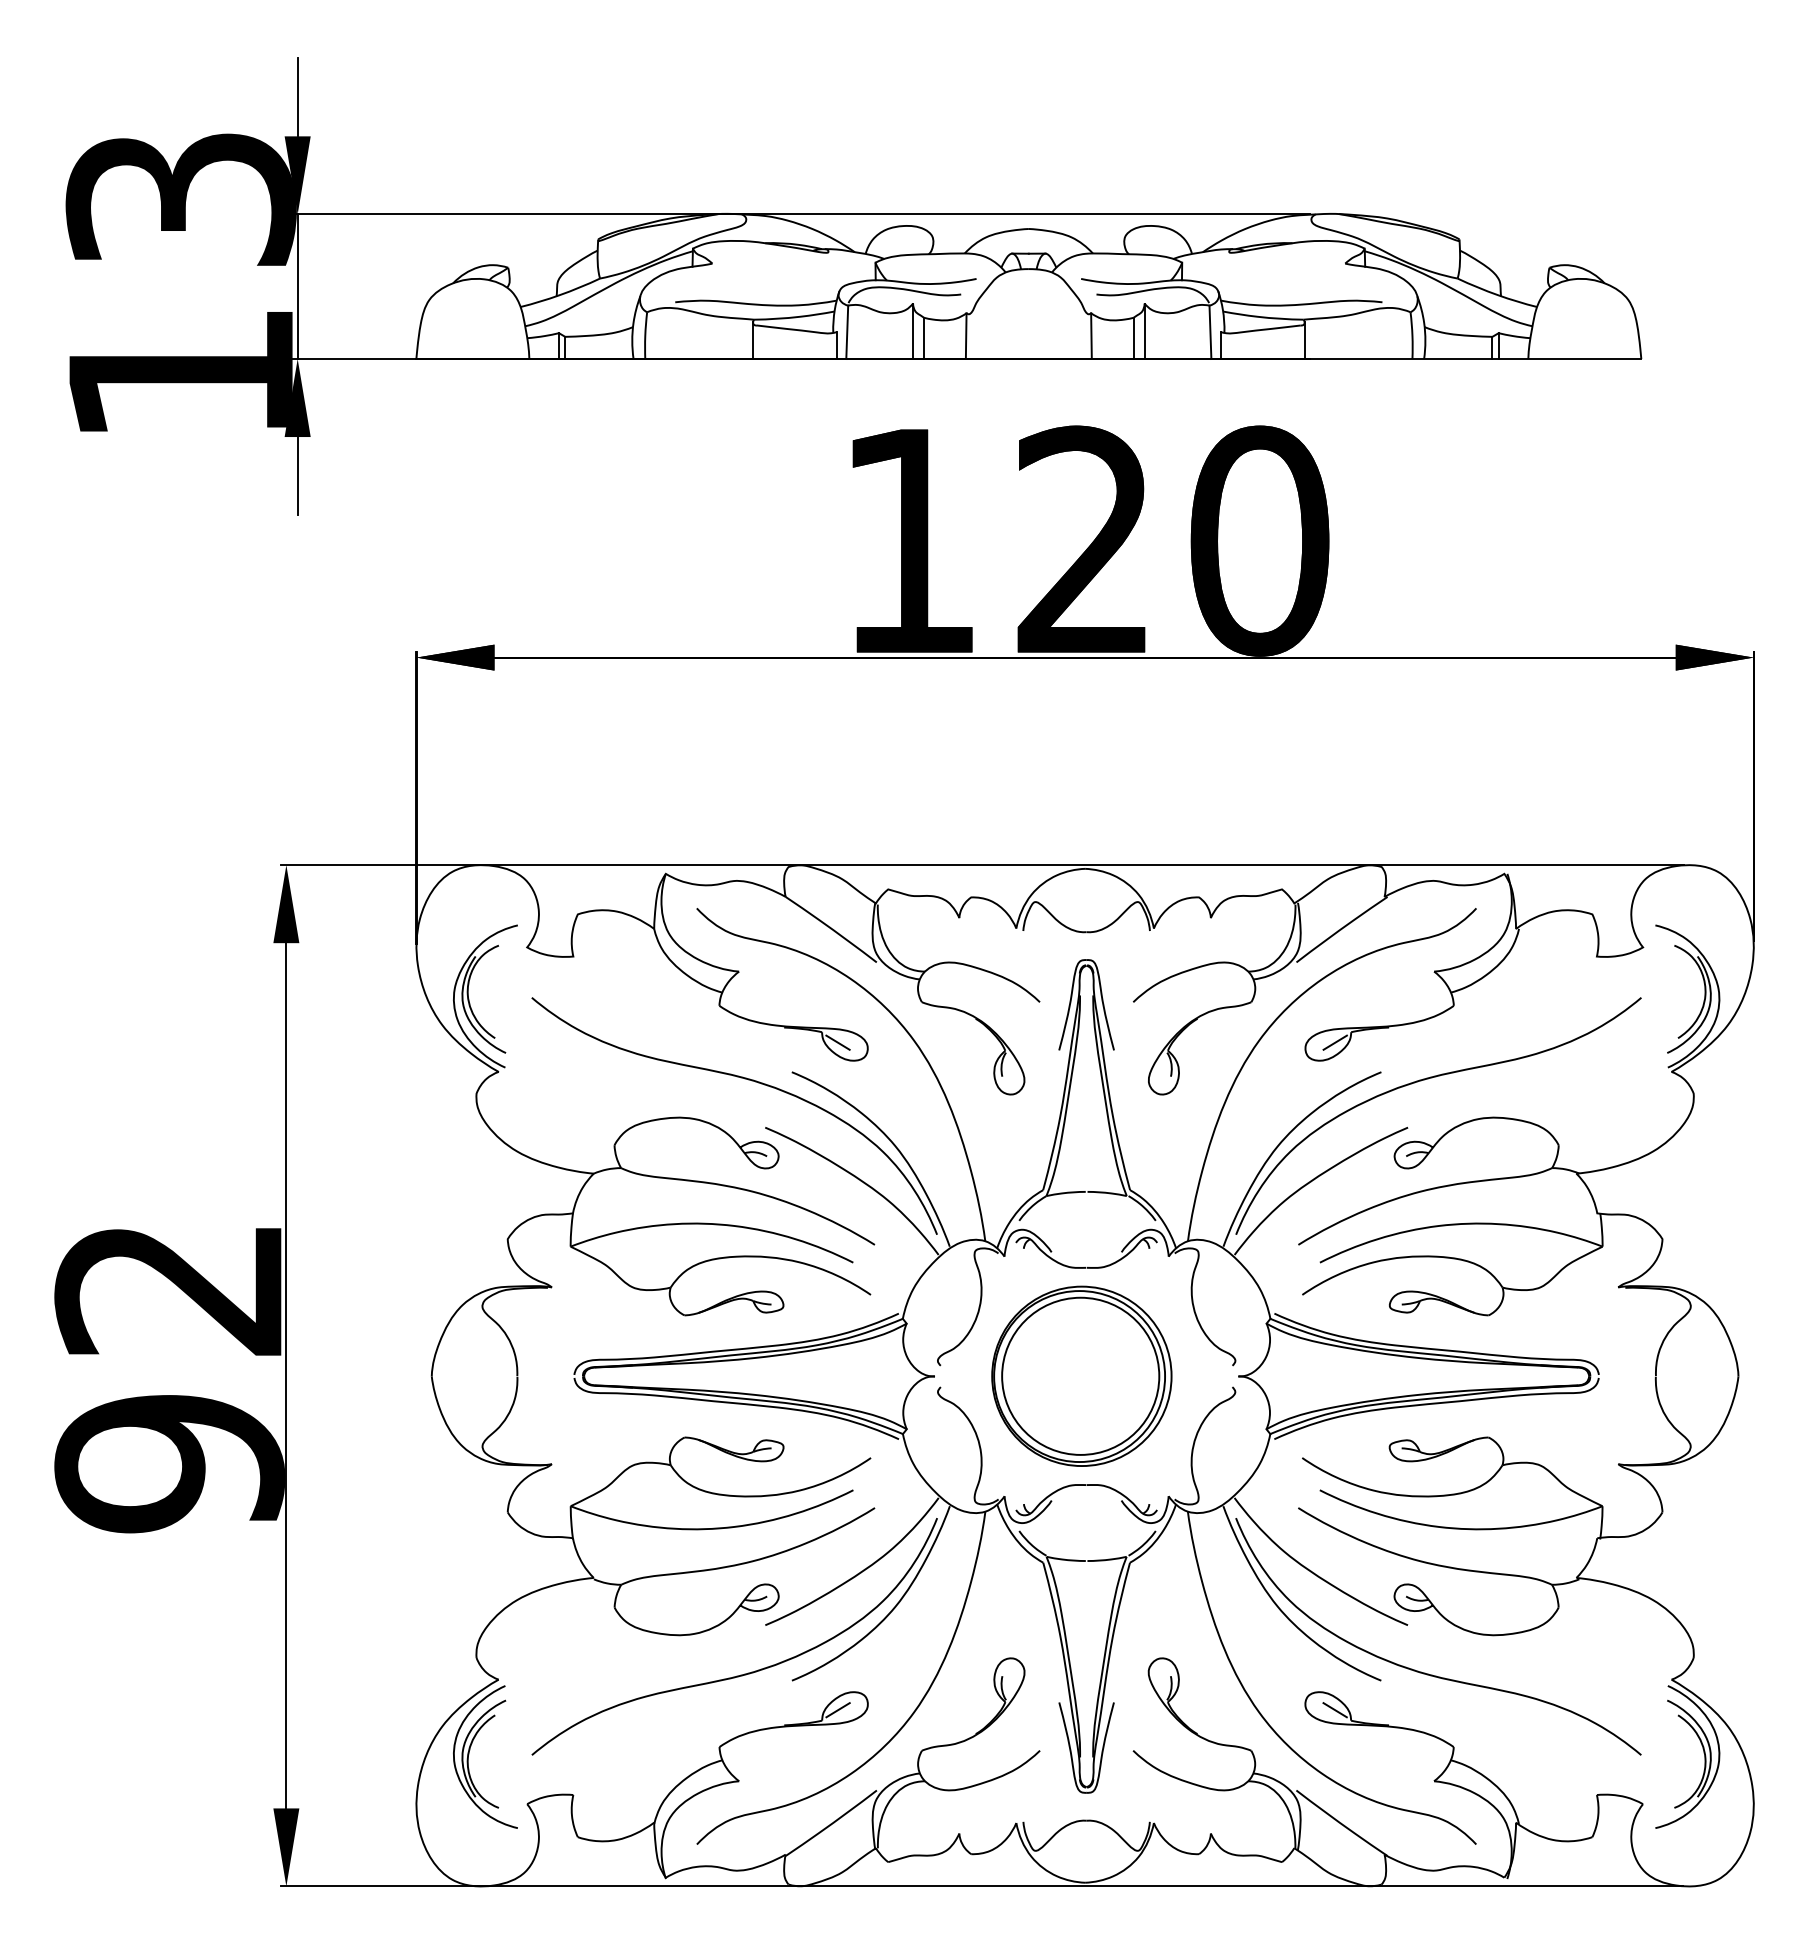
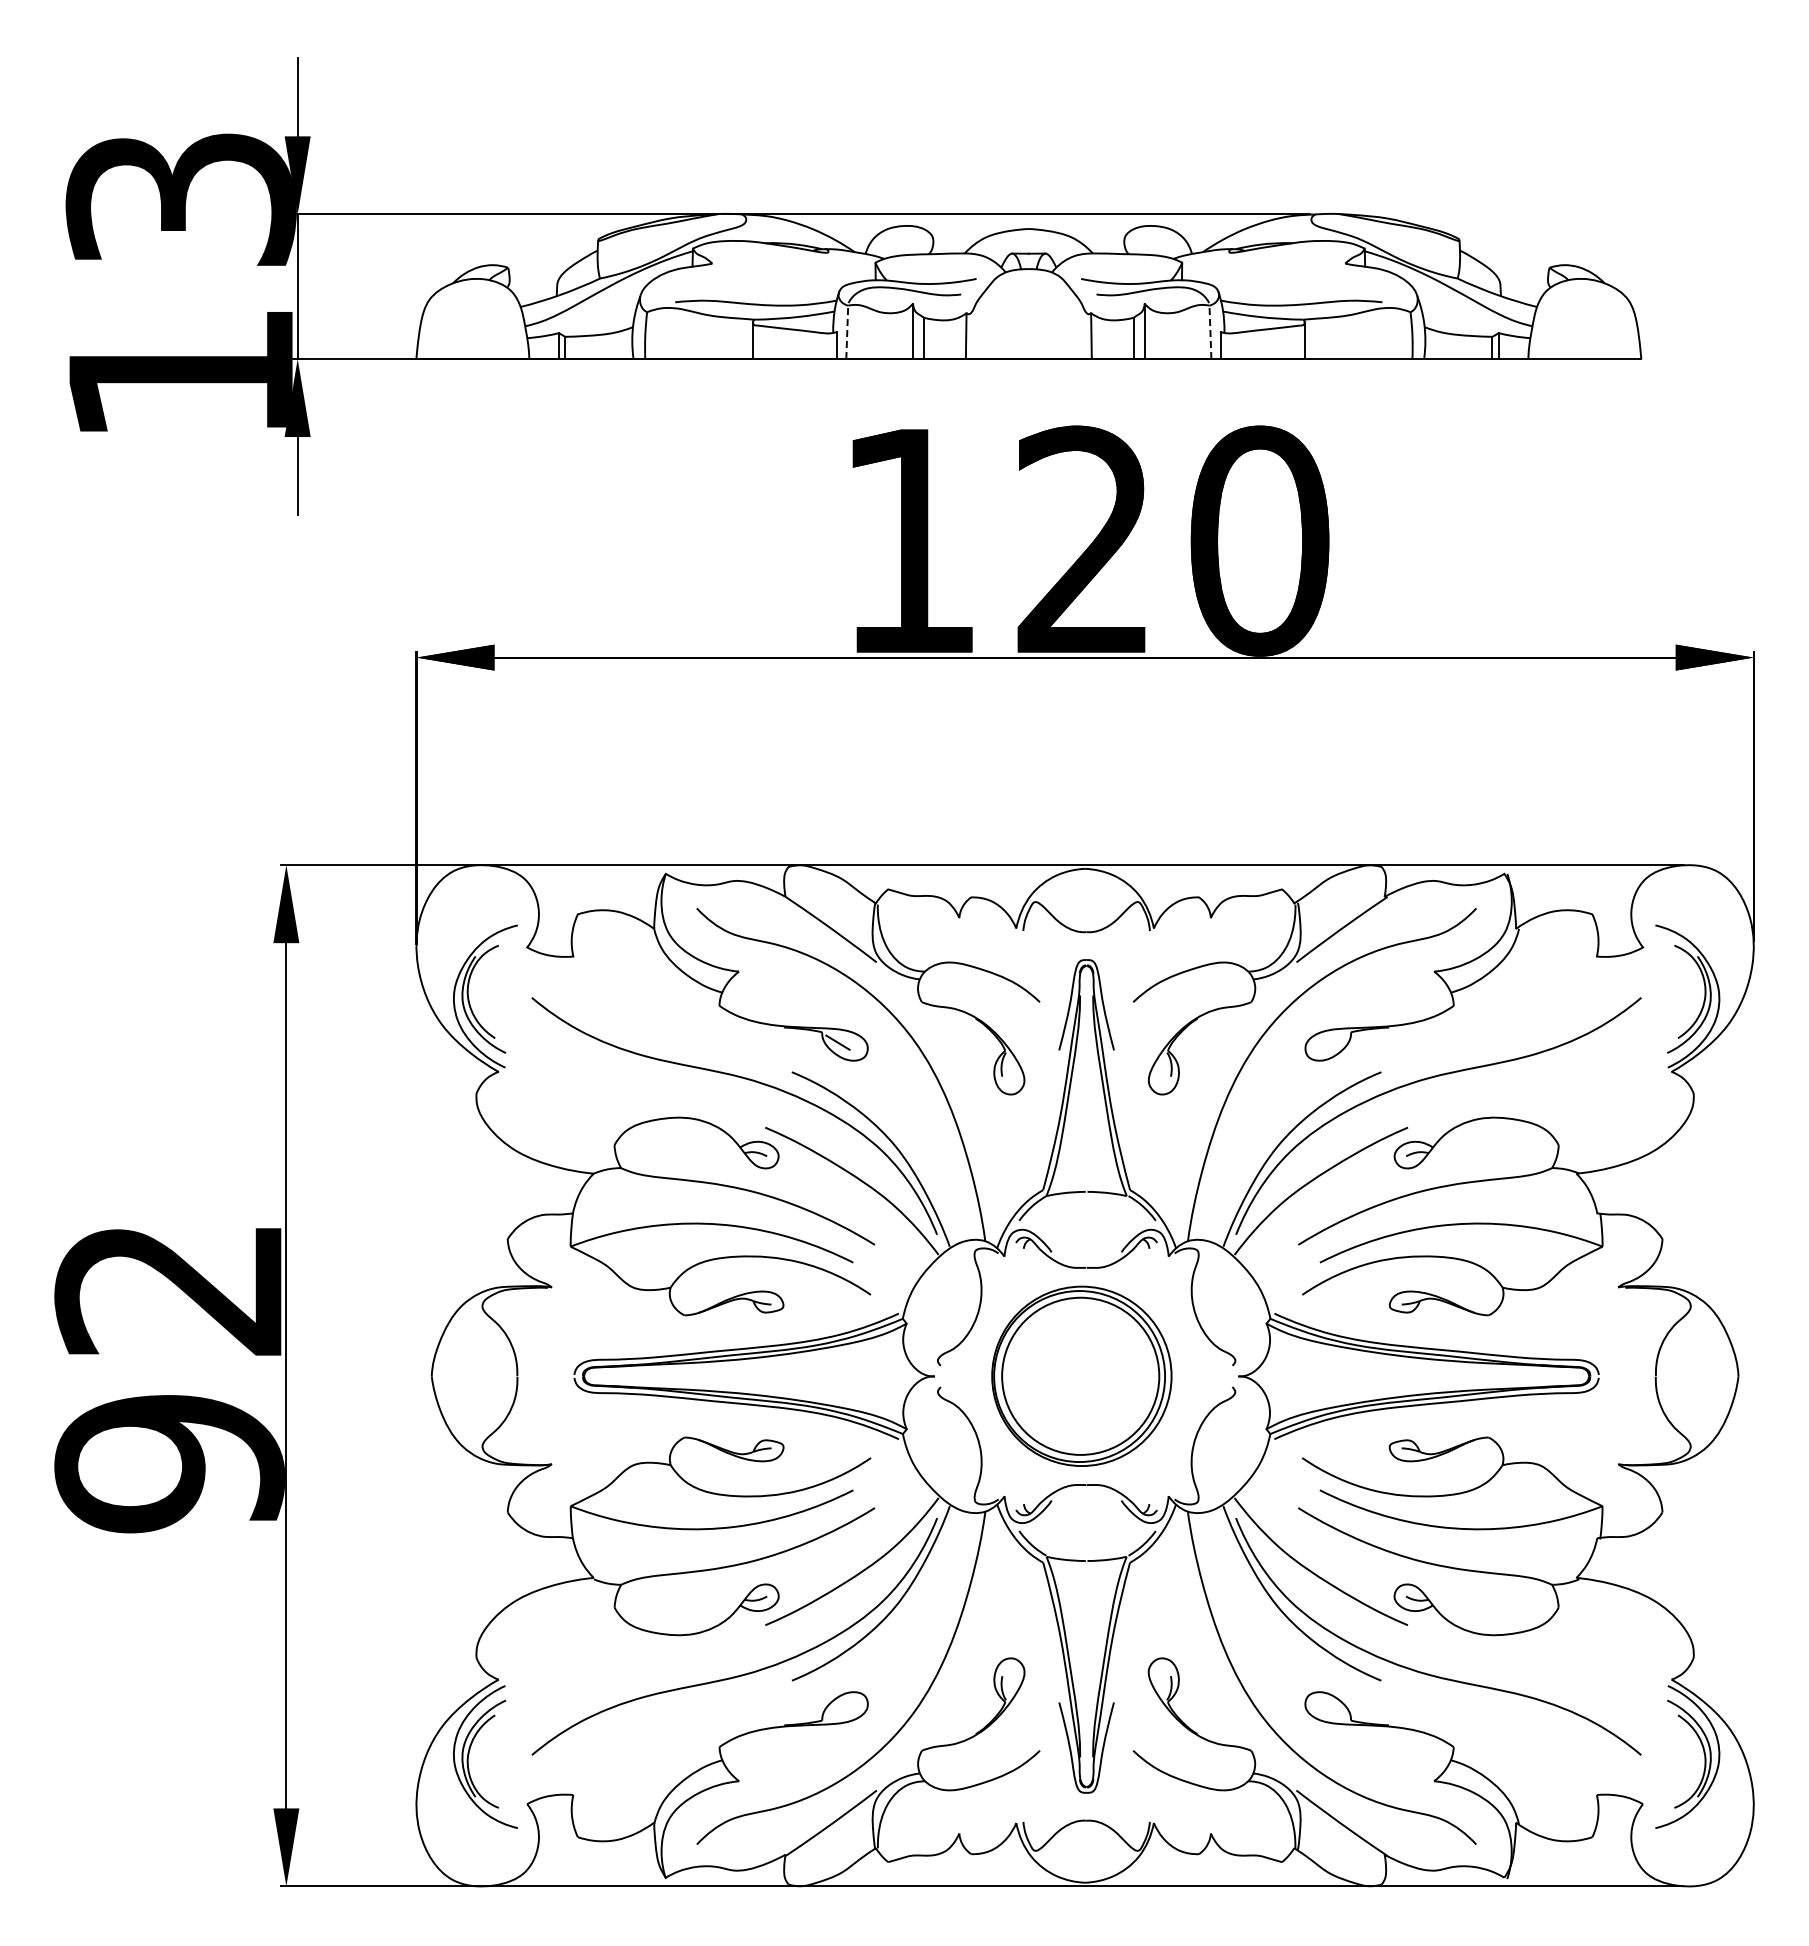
line at (847, 332): solid -> dashed
line at (1210, 332): solid -> dashed
line at (1334, 1042): present -> none
line at (837, 1710): present -> none
line at (1334, 1710): present -> none
